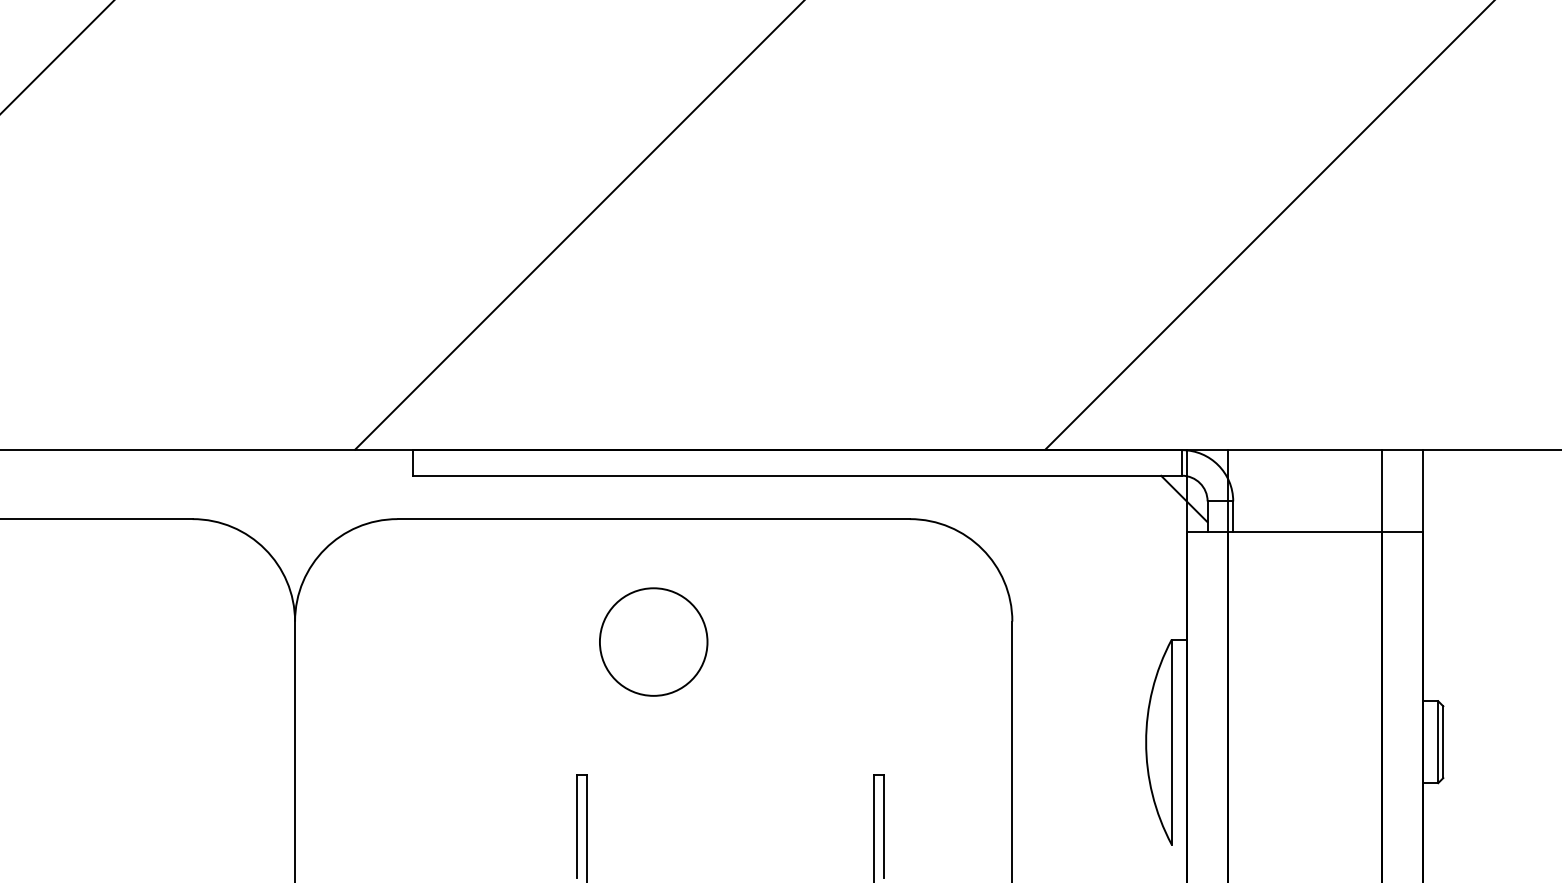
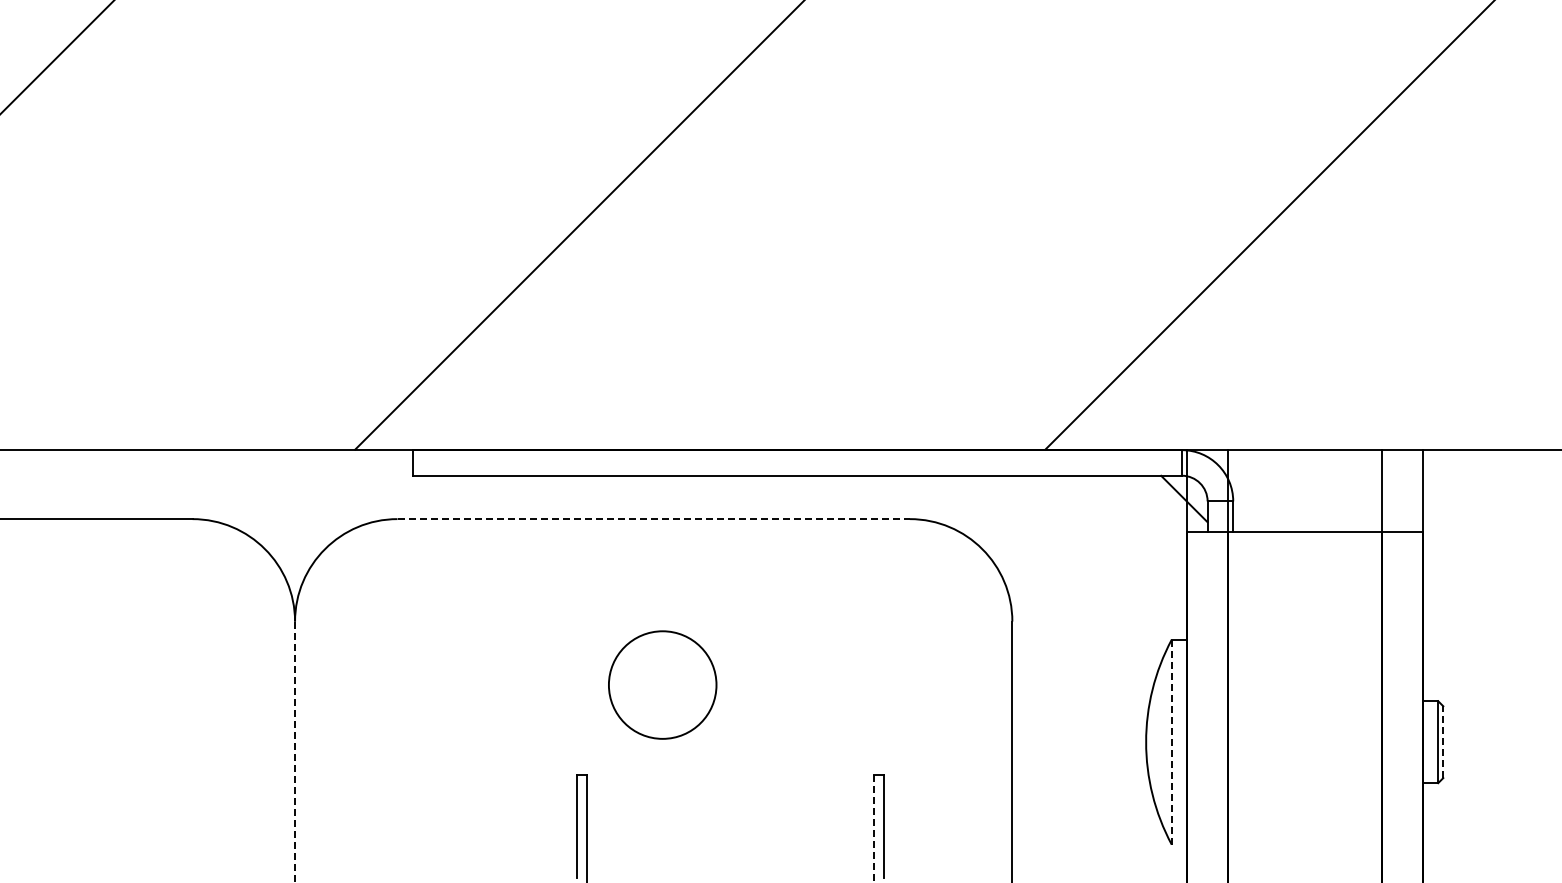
line at (654, 519): solid -> dashed
circle at (653, 641) position: (653, 641) -> (662, 684)
line at (1171, 741): solid -> dashed
line at (1443, 742): solid -> dashed
line at (295, 752): solid -> dashed
line at (874, 829): solid -> dashed
